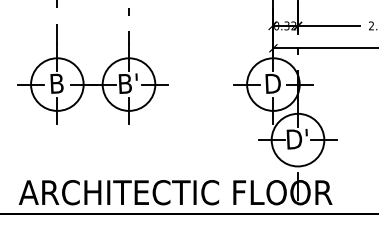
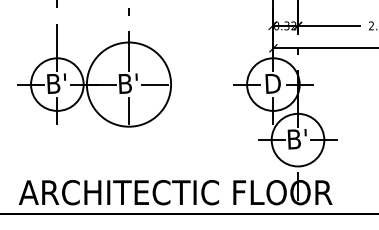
text at (56, 83): B -> B'
circle at (128, 84) diameter: 53 px -> 84 px
text at (296, 139): D' -> B'
